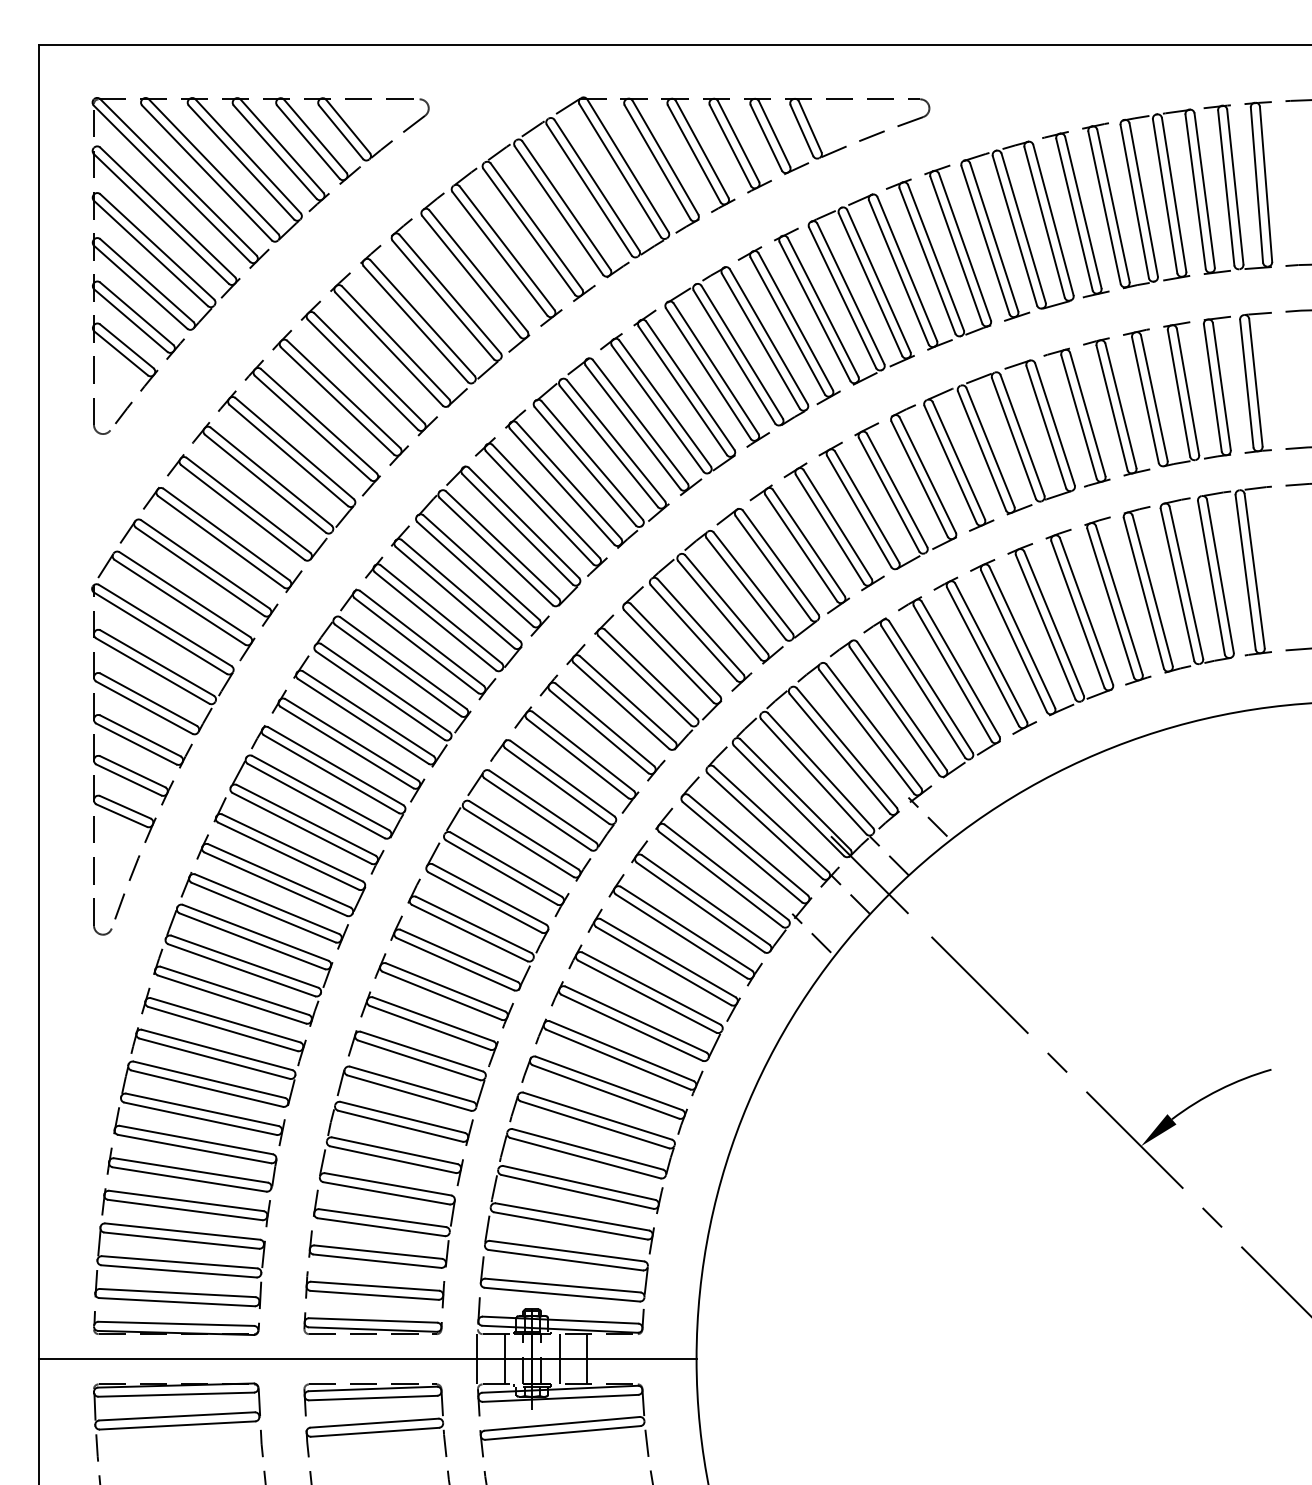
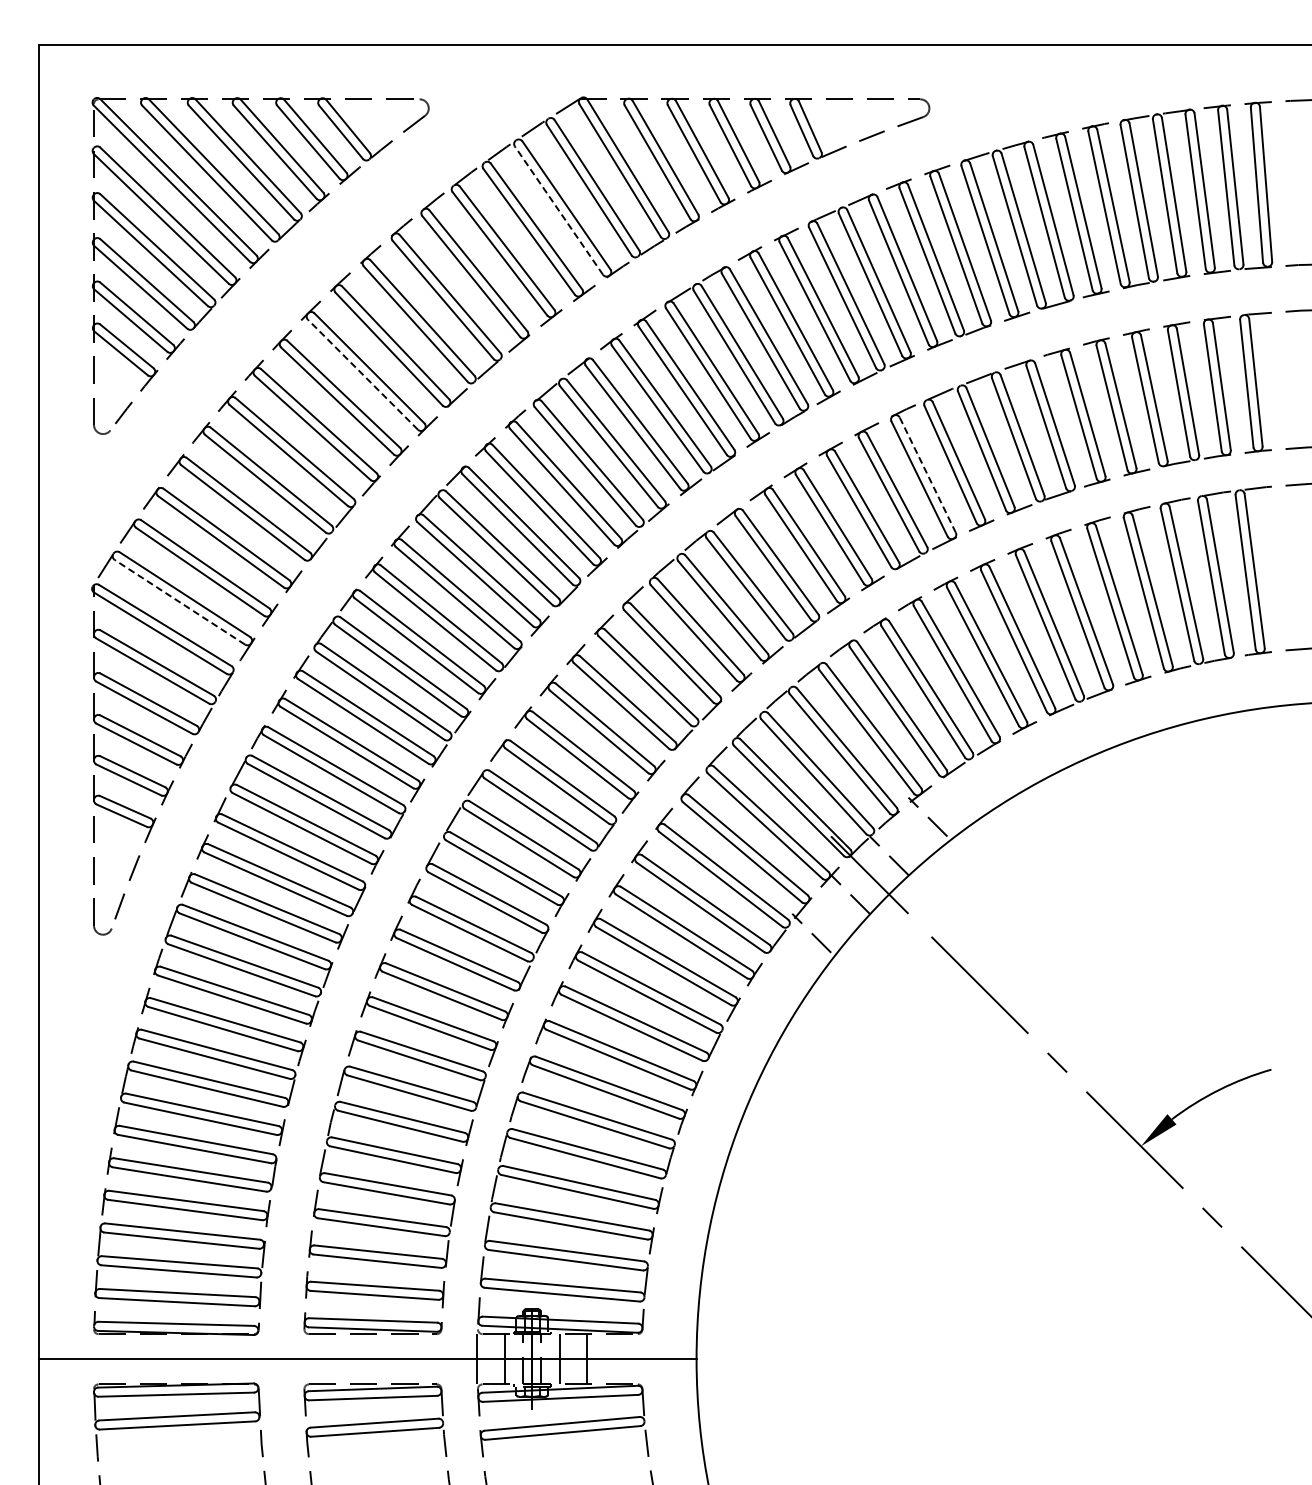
line at (558, 210): solid -> dashed
line at (362, 374): solid -> dashed
line at (927, 474): solid -> dashed
line at (179, 602): solid -> dashed
